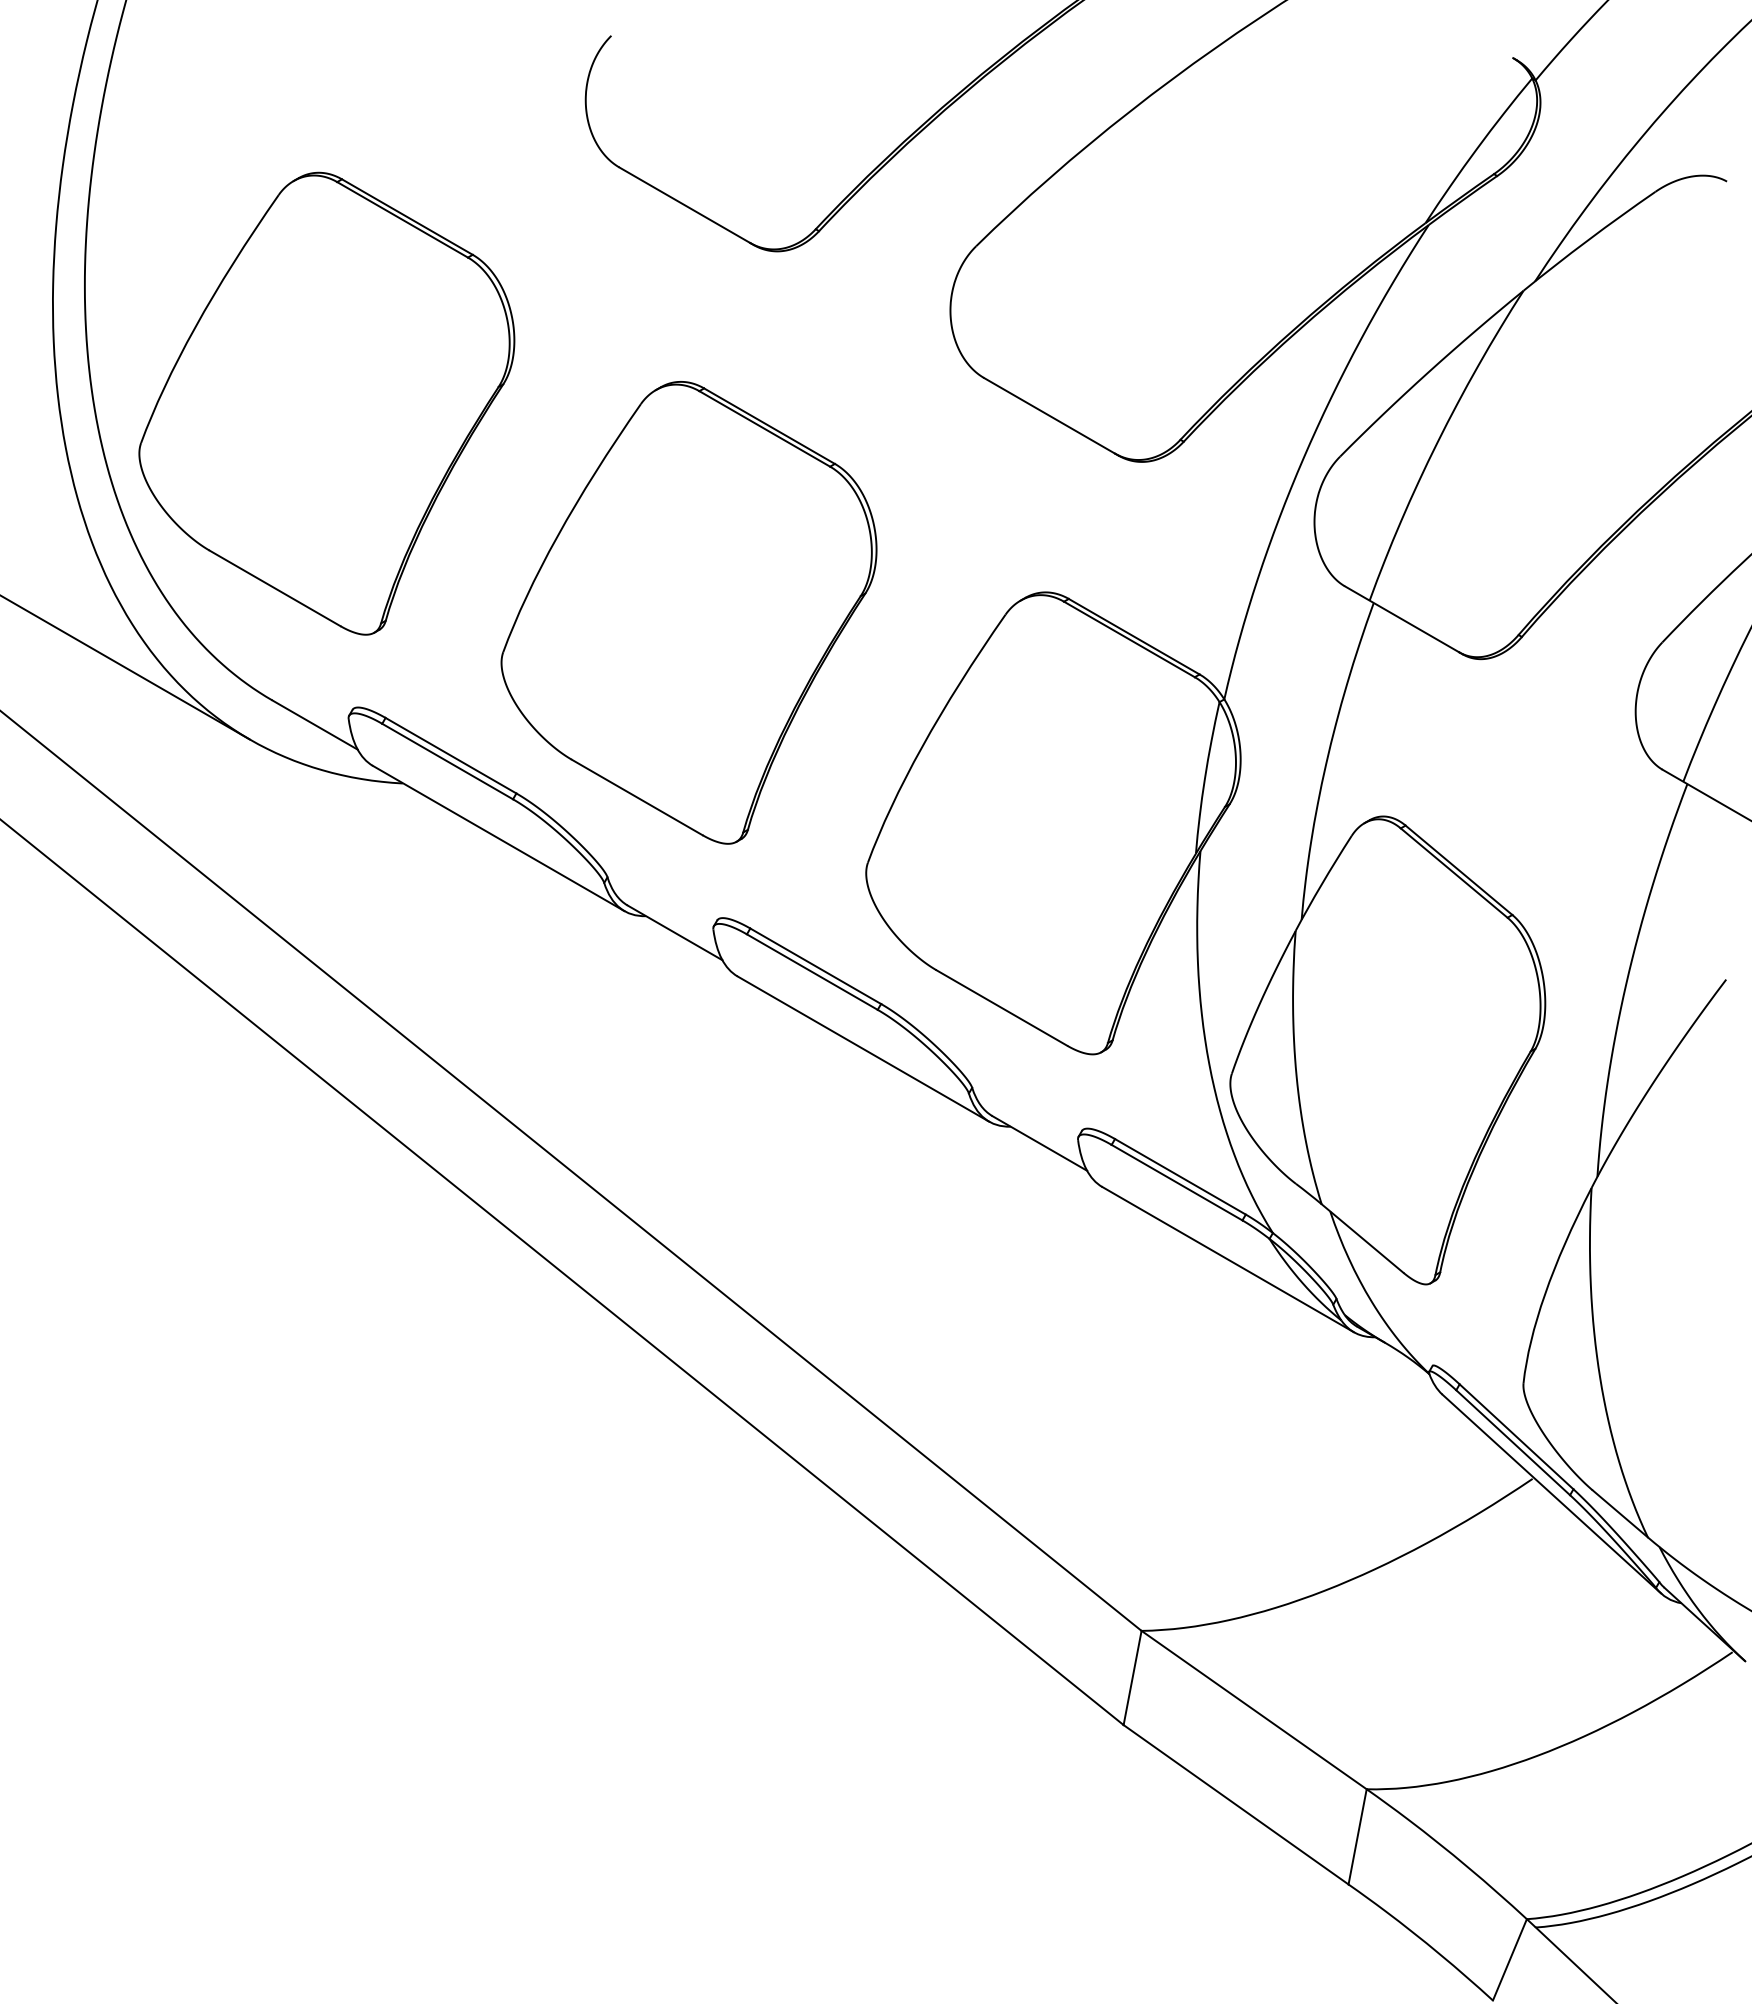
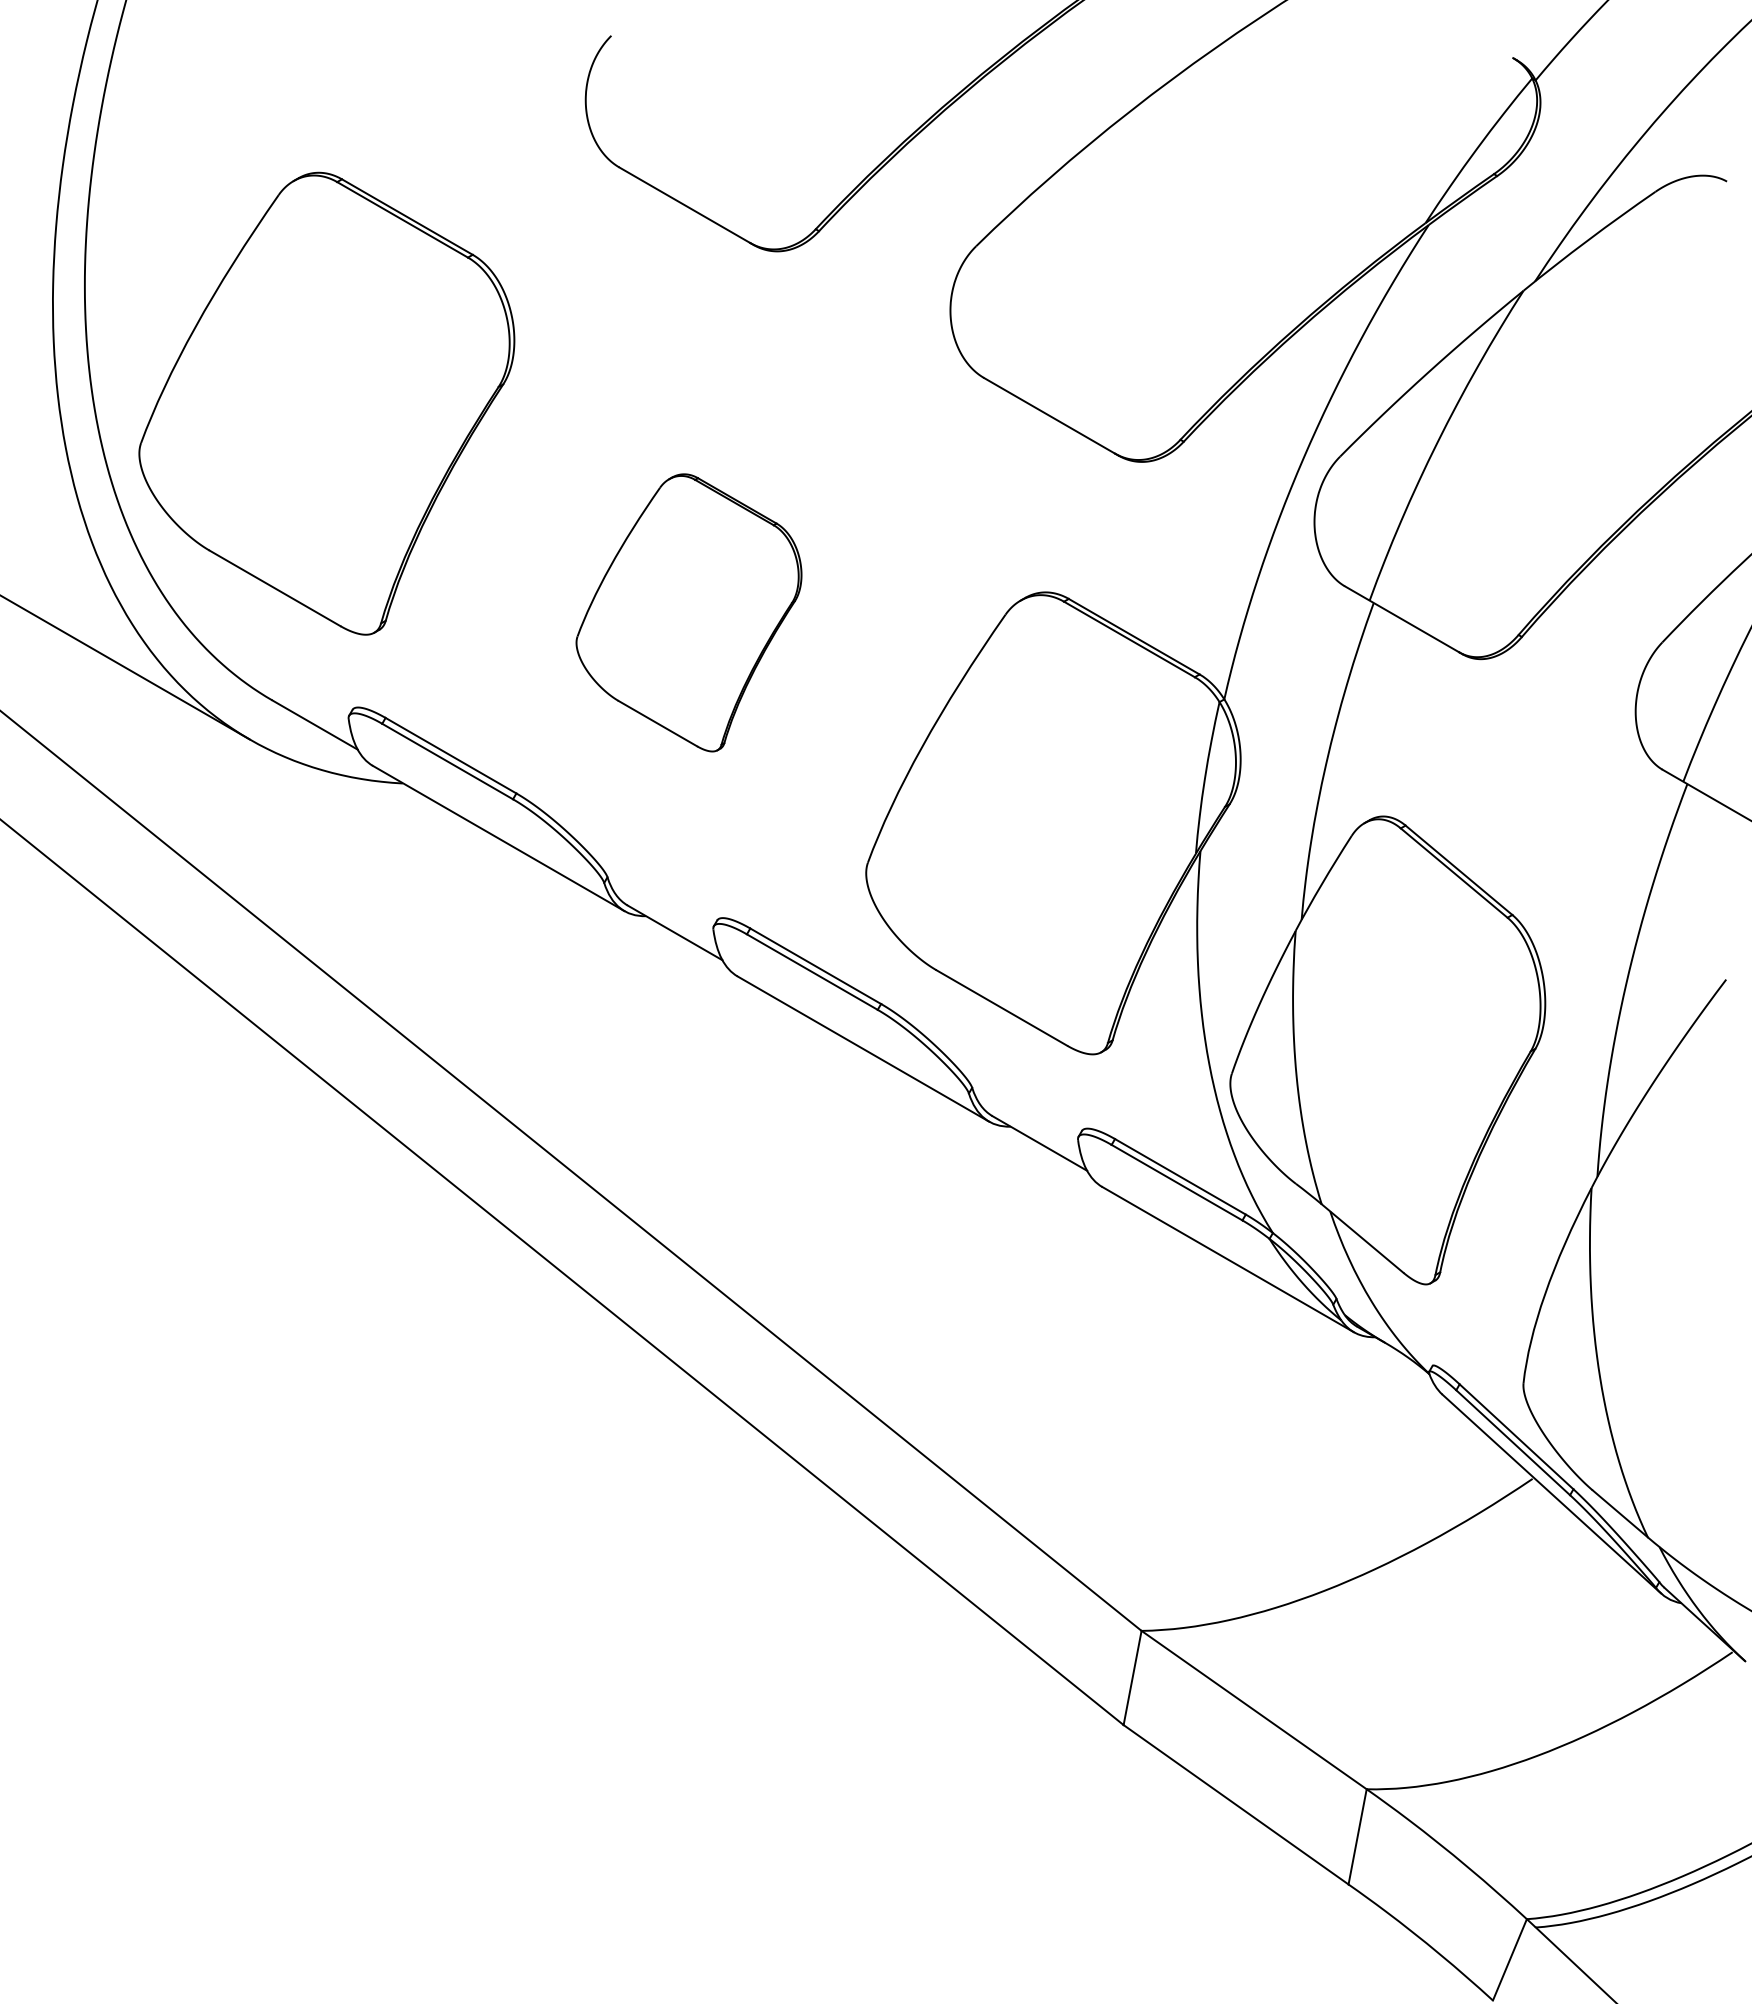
part at (688, 612) size: 378x464 px -> 228x280 px
